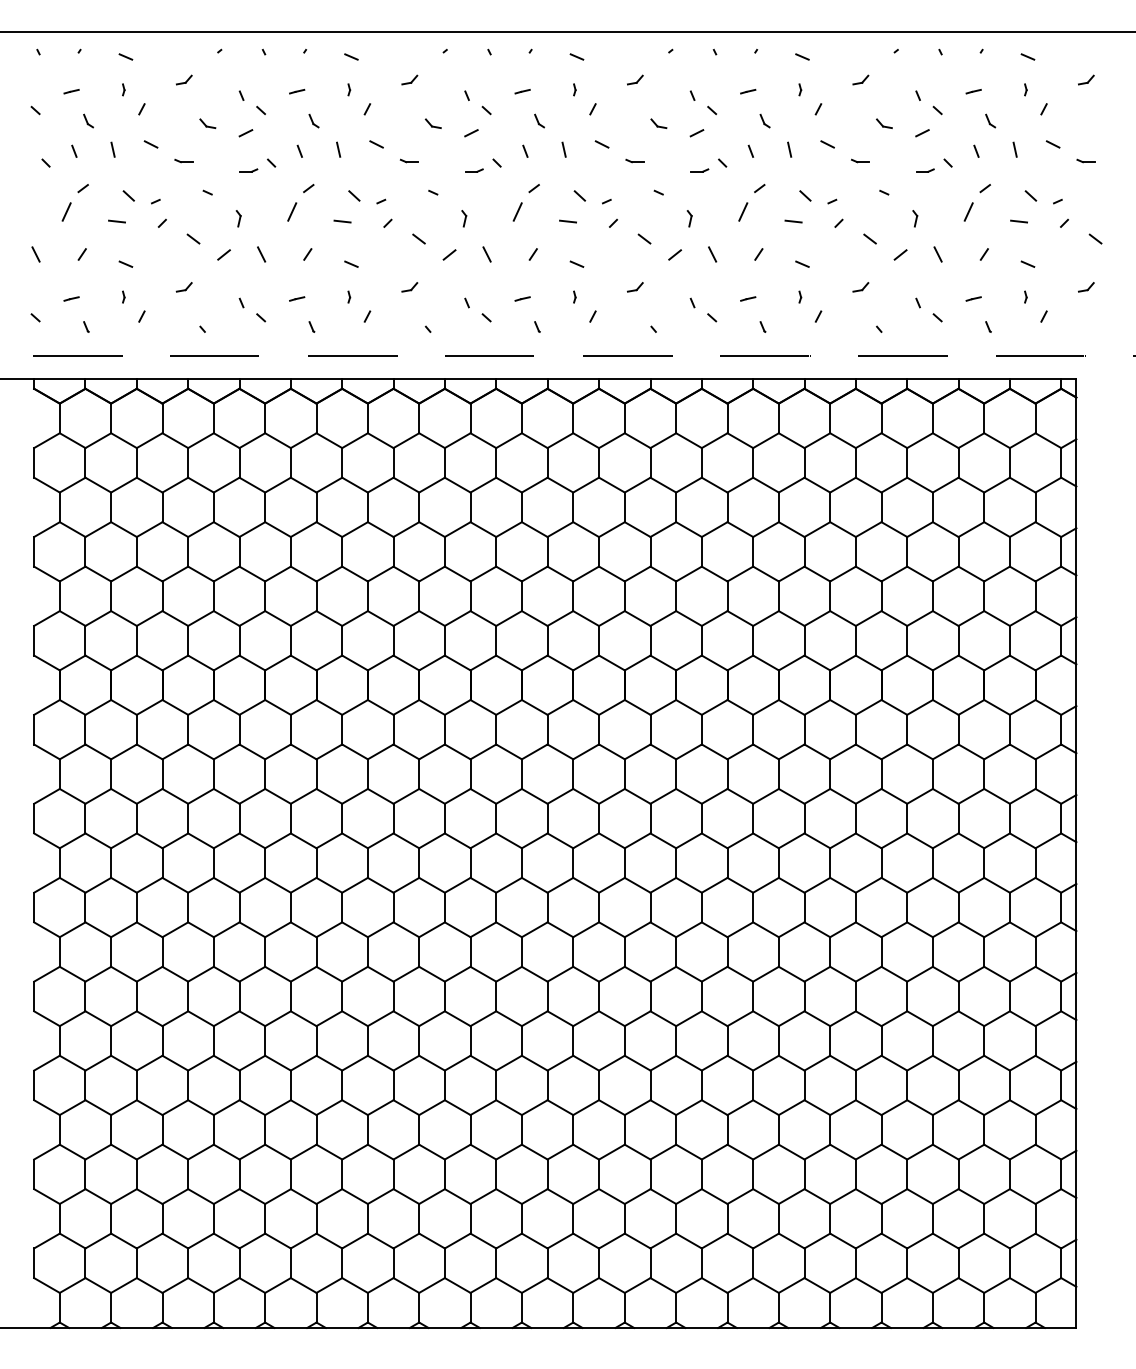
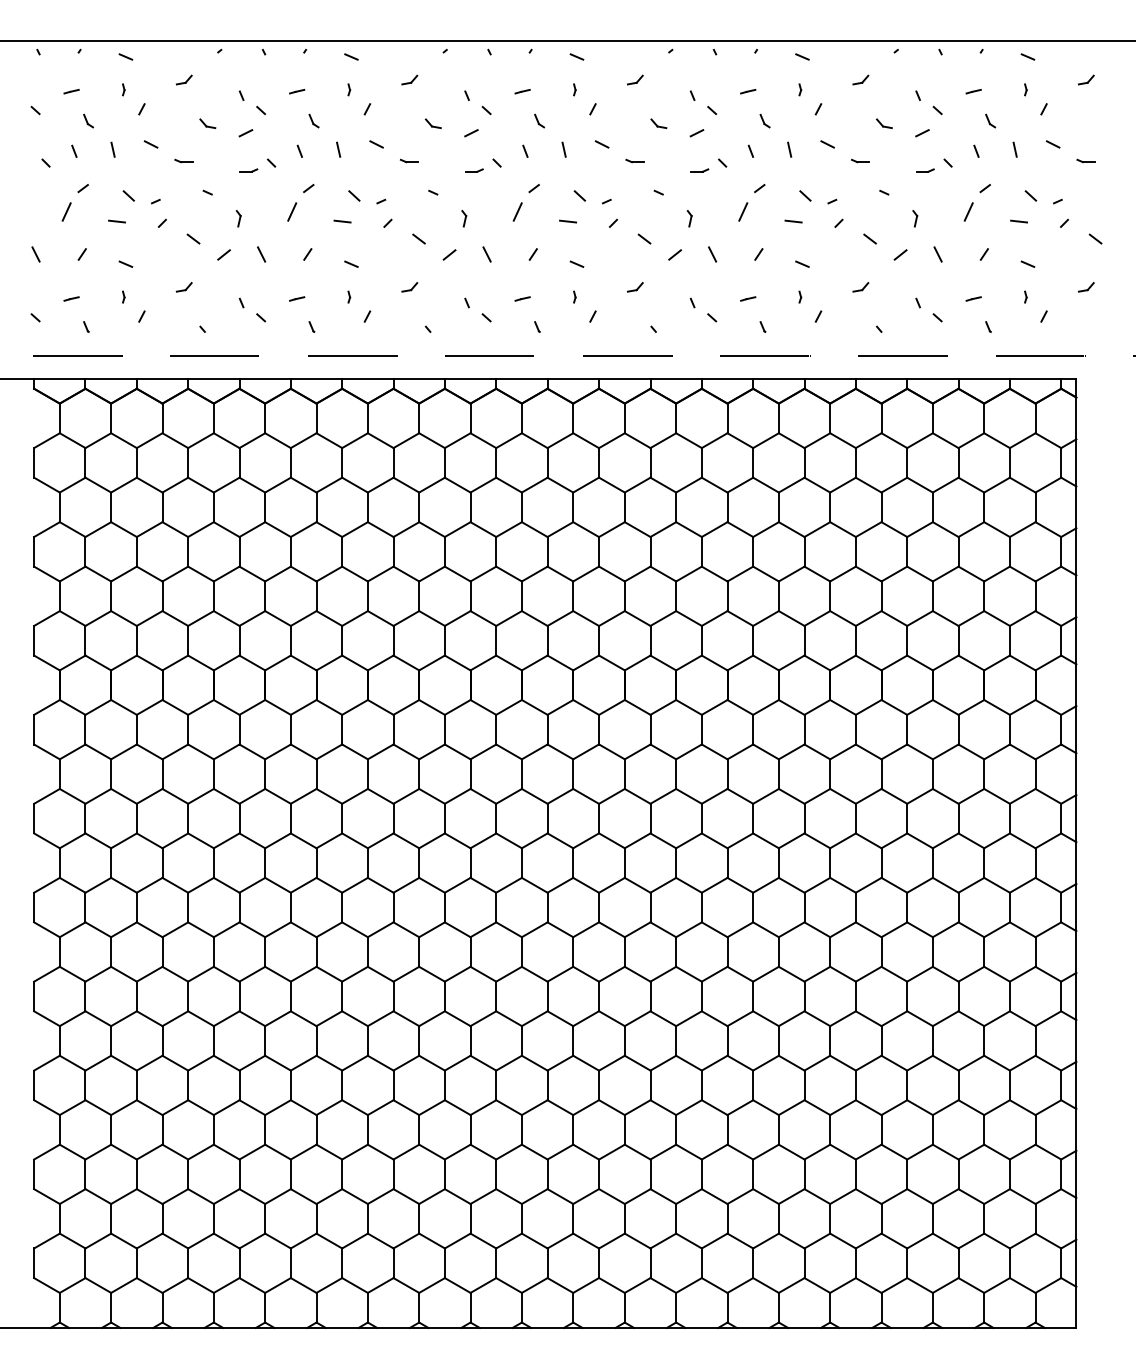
line at (567, 32) position: (567, 32) -> (567, 41)
